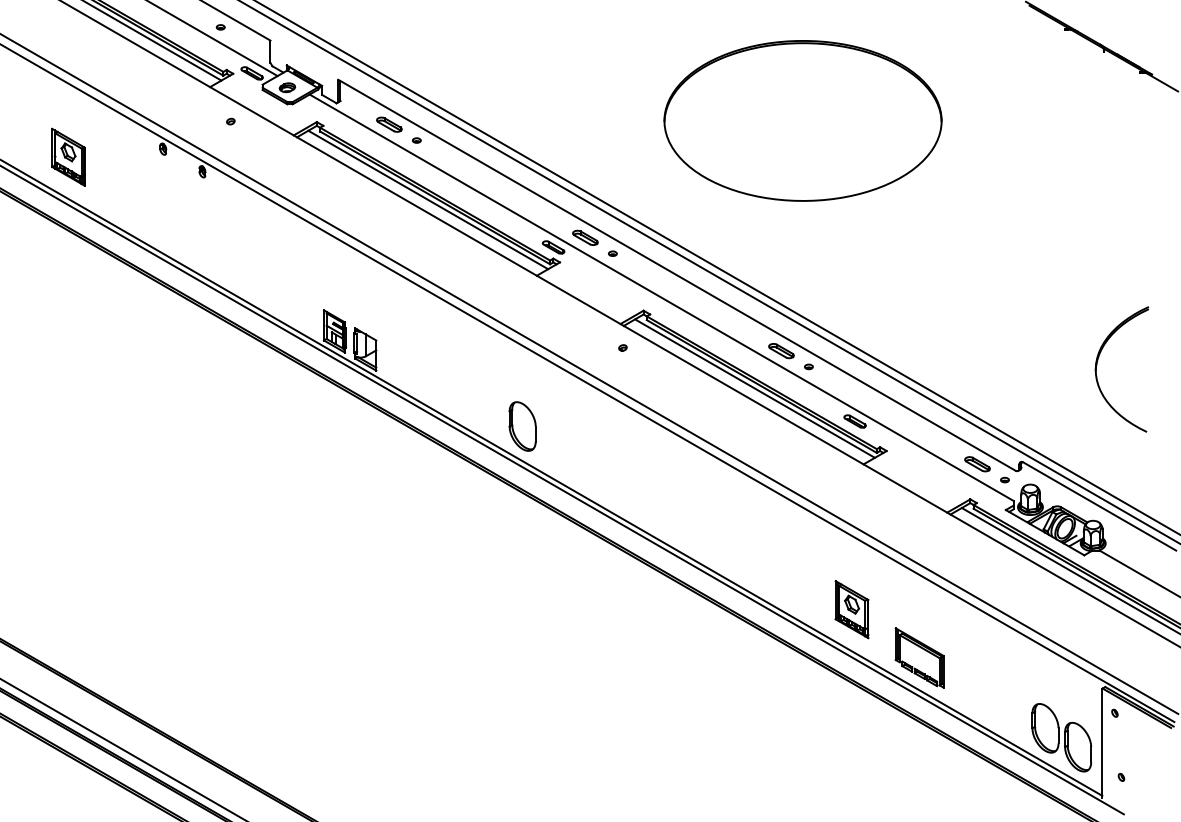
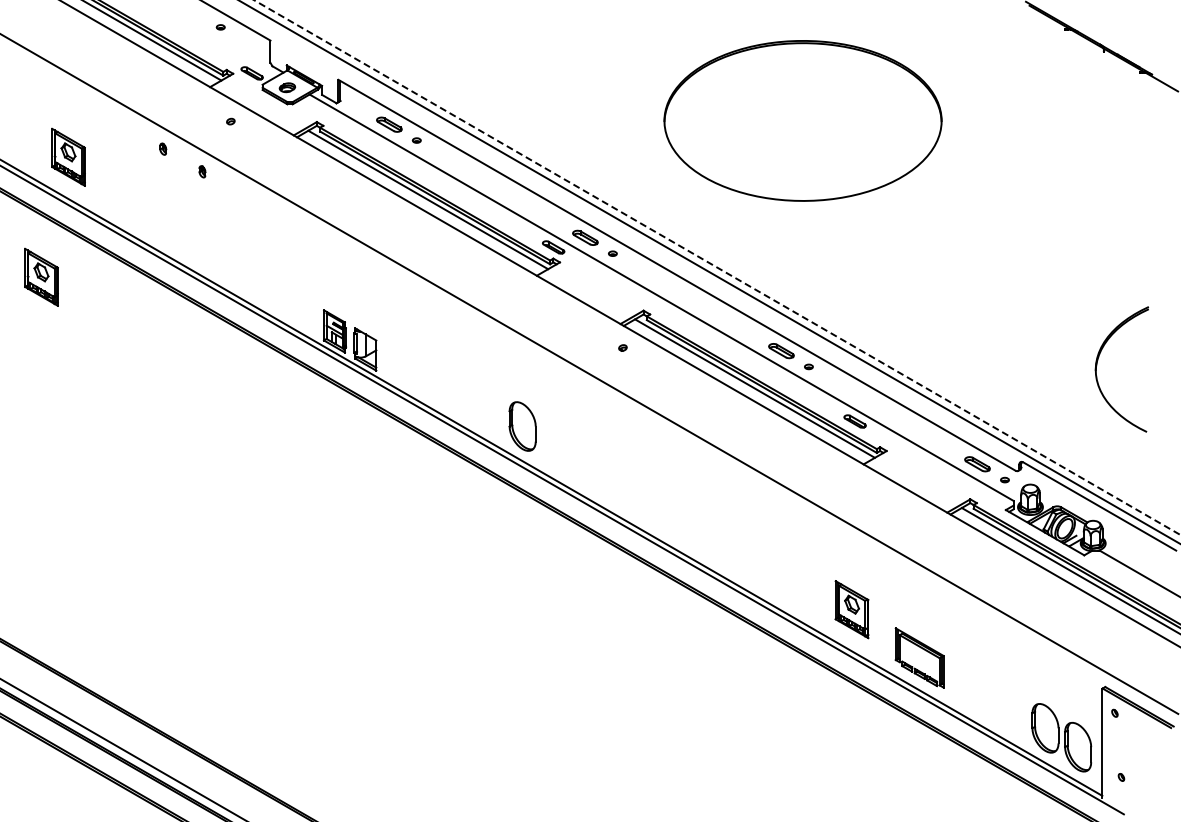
line at (213, 39): present -> none
line at (717, 267): solid -> dashed
part at (41, 276): none -> present
line at (588, 383): present -> none
